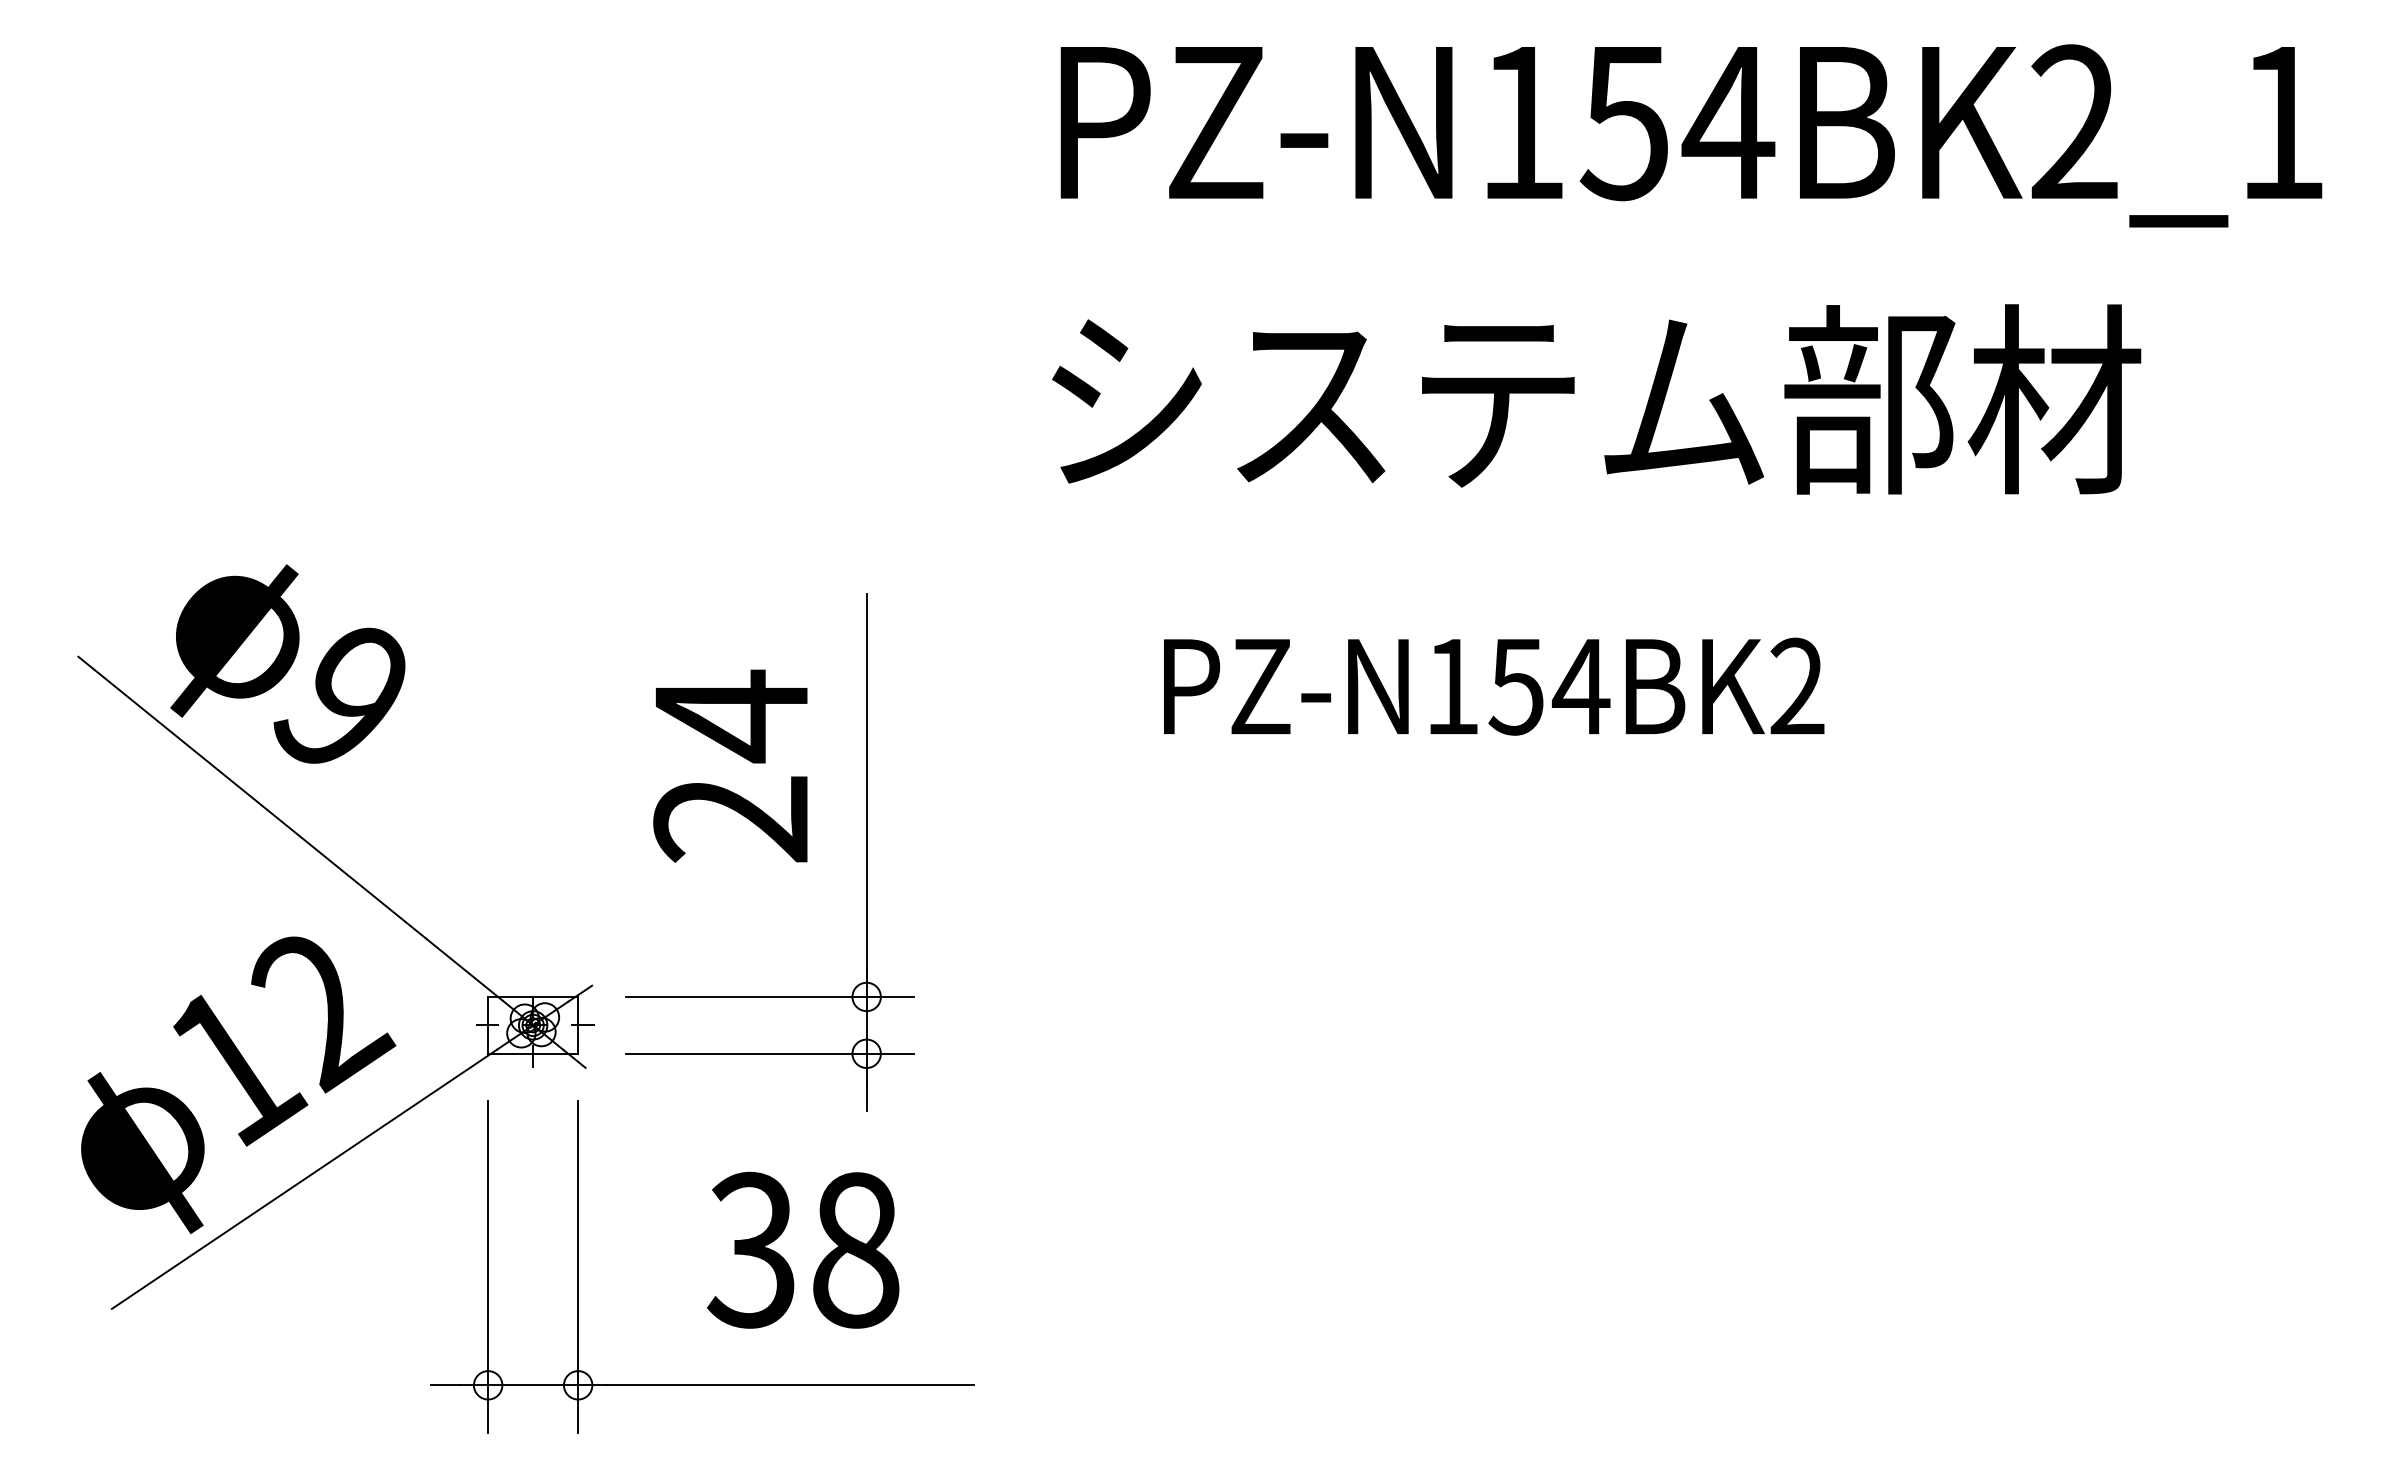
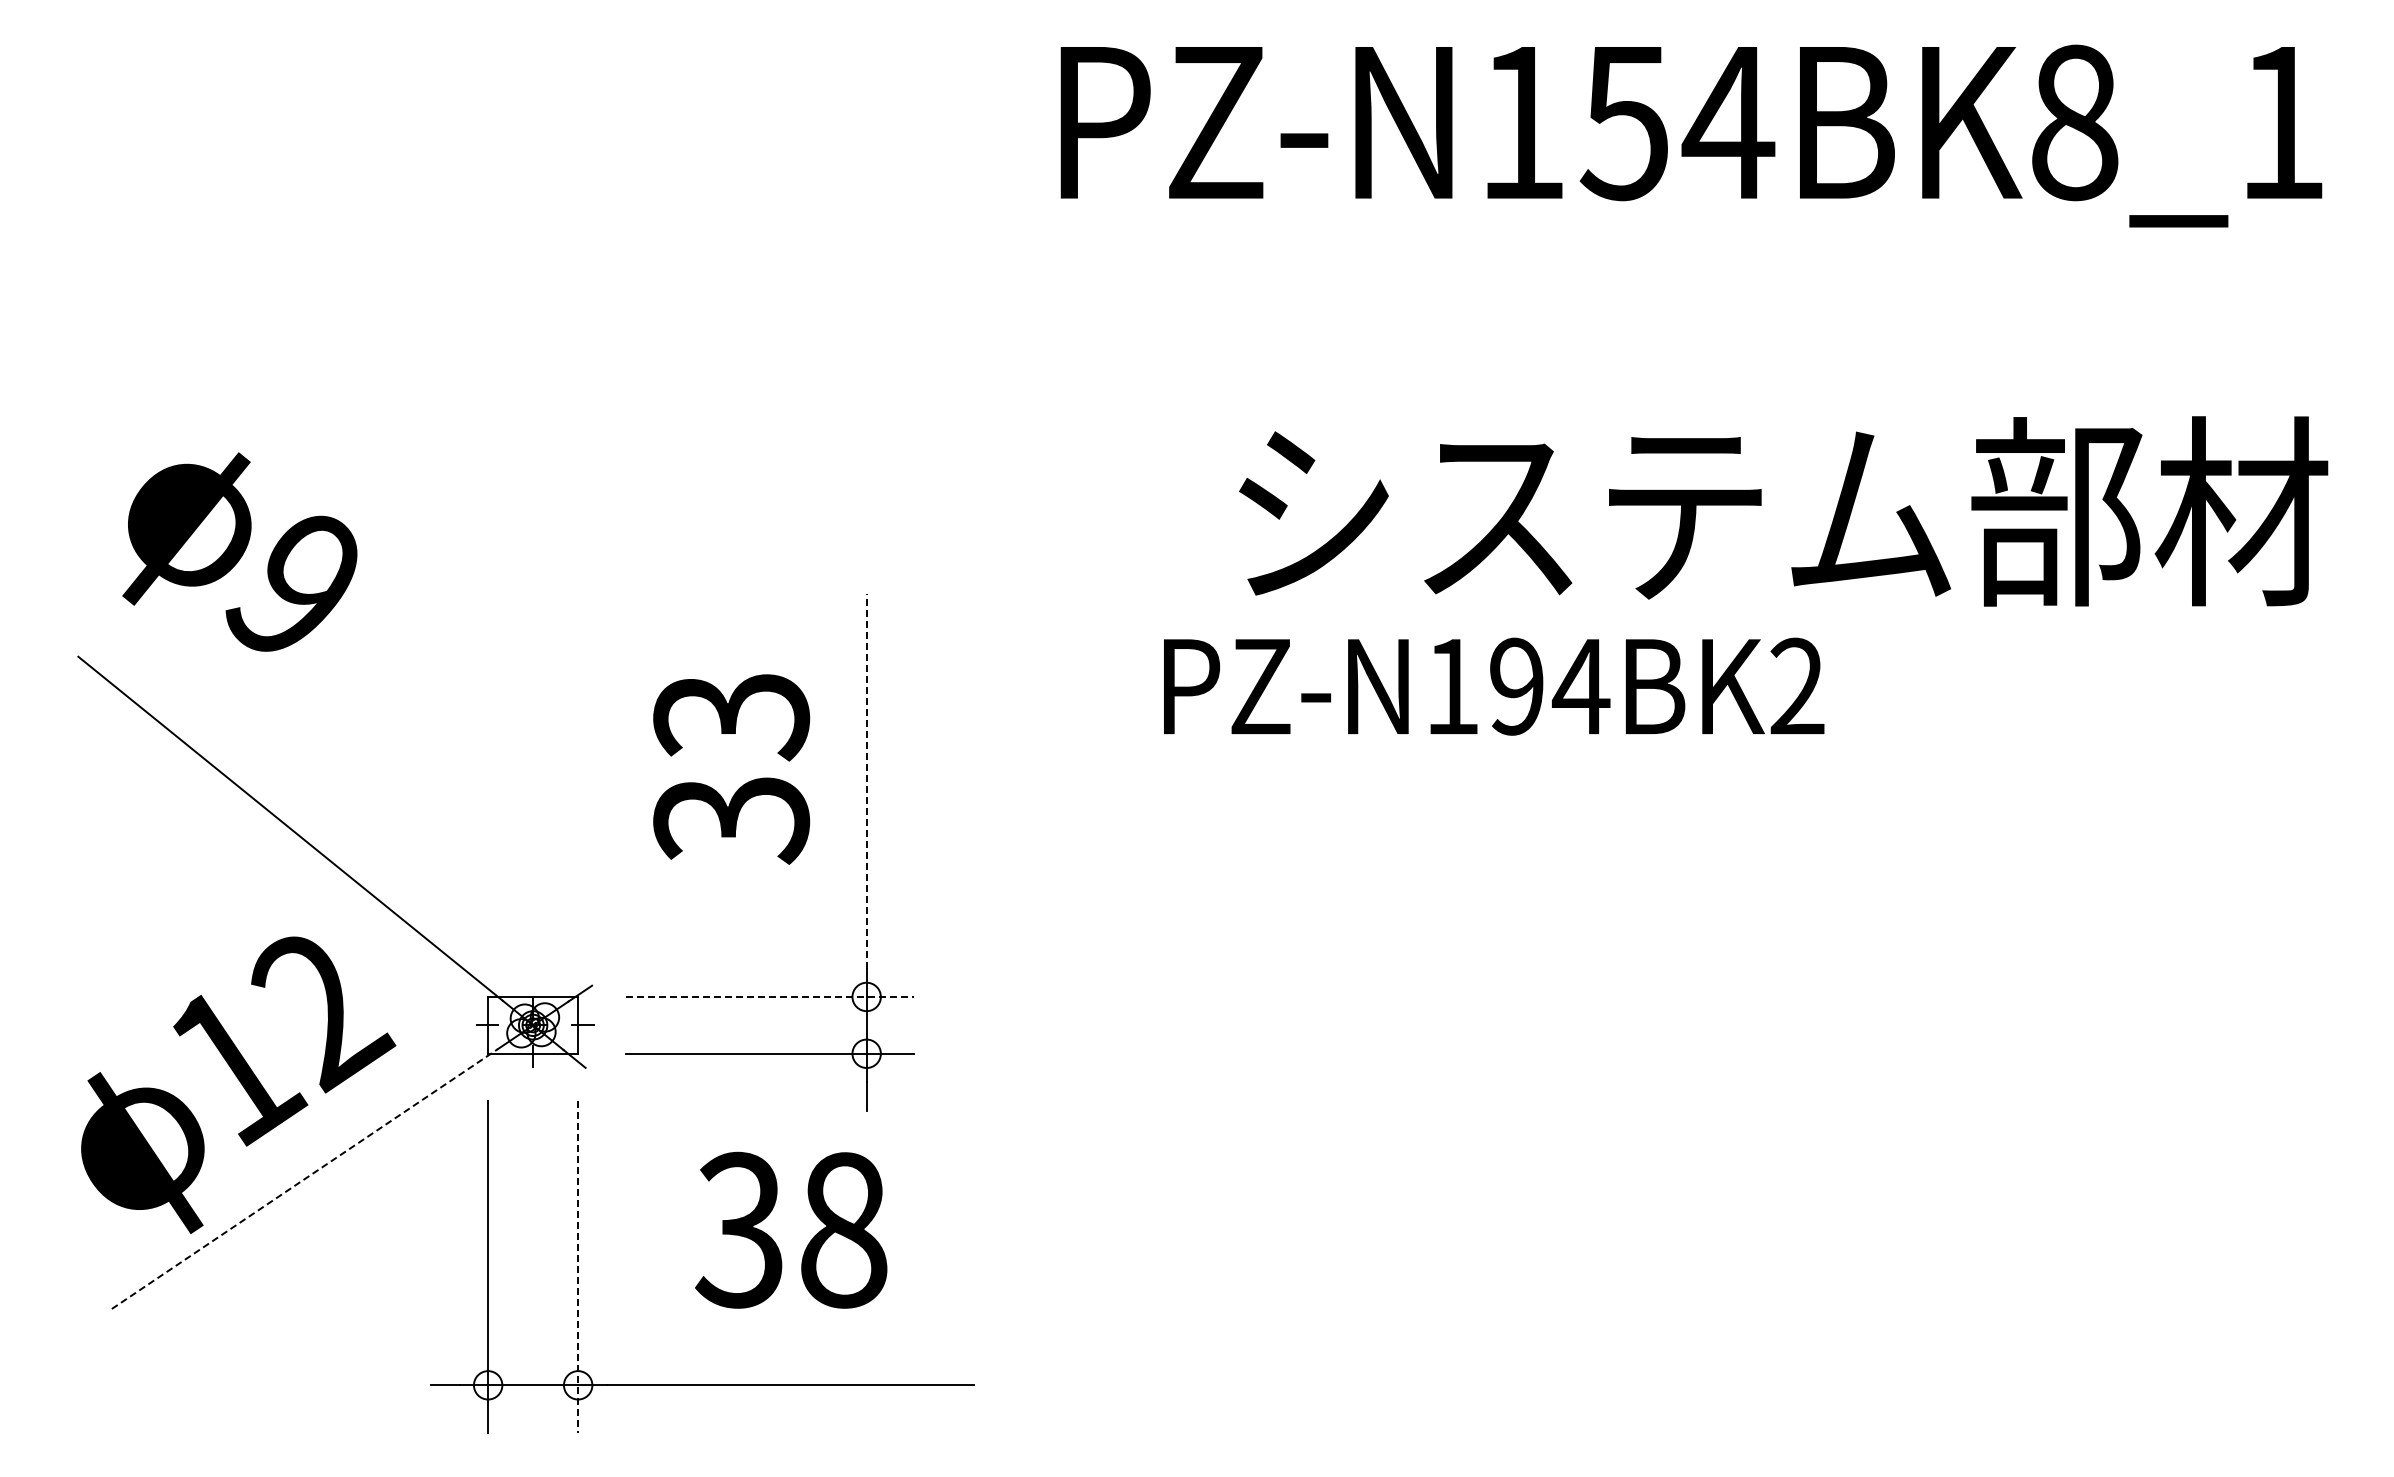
text at (2074, 122): PZ-N154BK2_1 -> PZ-N154BK8_1
text at (1596, 399) position: (1596, 399) -> (1783, 511)
text at (287, 663) position: (287, 663) -> (239, 551)
text at (1515, 686): PZ-N154BK2 -> PZ-N194BK2
text at (731, 766): 24 -> 33
line at (866, 780): solid -> dashed
line at (770, 996): solid -> dashed
line at (304, 1179): solid -> dashed
text at (803, 1249) position: (803, 1249) -> (791, 1229)
line at (578, 1266): solid -> dashed
